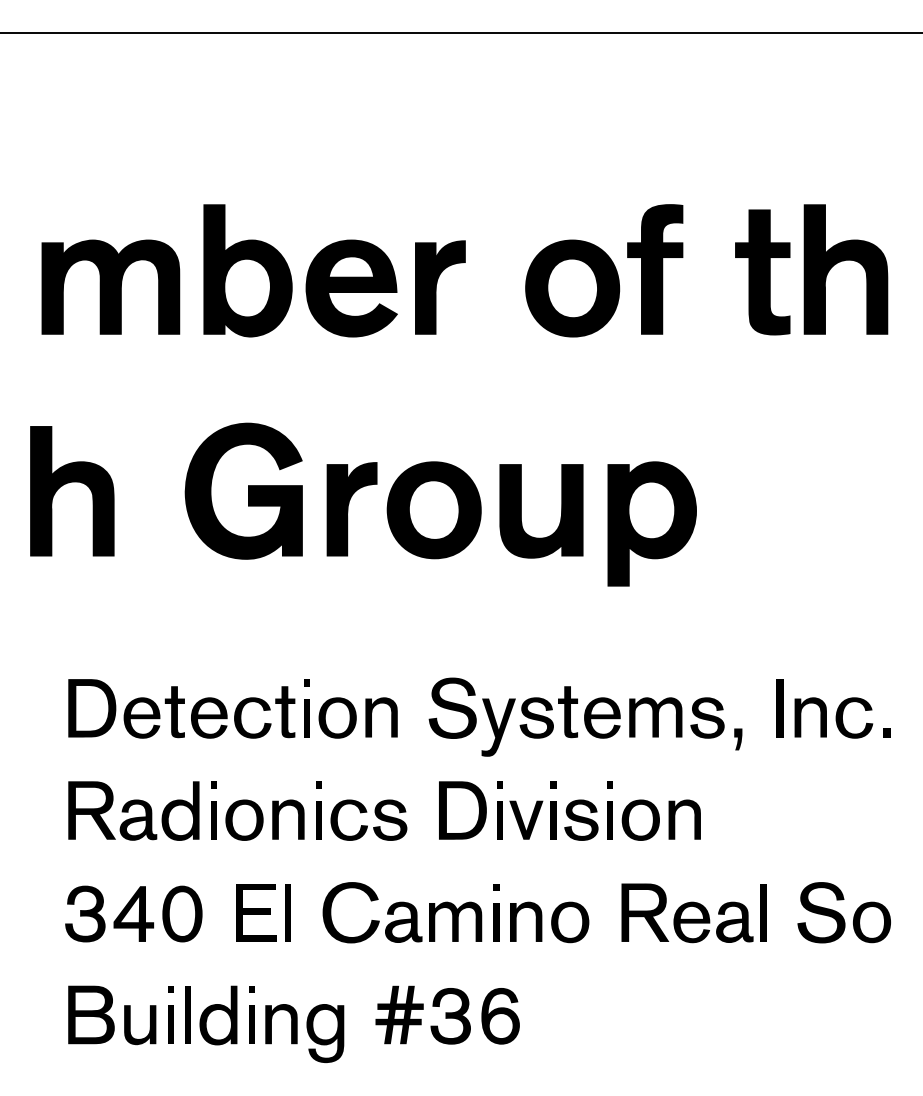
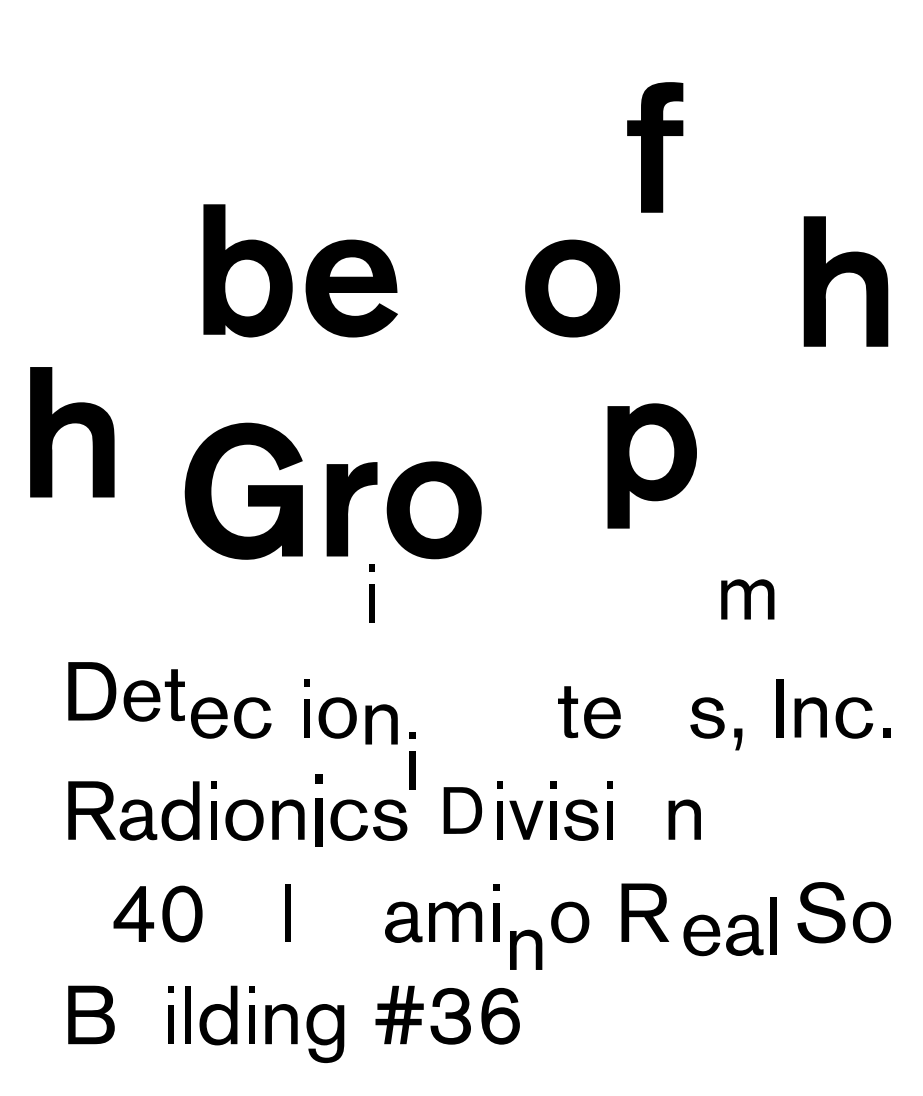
line at (460, 32): present -> none
part at (844, 261) position: (844, 261) -> (844, 273)
part at (655, 269) position: (655, 269) -> (655, 147)
part at (762, 272): present -> none
fill at (110, 286): present -> none
part at (440, 287): present -> none
part at (69, 483) position: (69, 483) -> (69, 424)
part at (560, 516): present -> none
part at (651, 523) position: (651, 523) -> (651, 465)
part at (371, 593): none -> present
part at (126, 708) position: (126, 708) -> (126, 691)
fill at (452, 708): present -> none
fill at (285, 712): present -> none
part at (371, 717) position: (371, 717) -> (371, 724)
fill at (536, 717): present -> none
part at (655, 717) position: (655, 717) -> (747, 599)
fill at (498, 727): present -> none
part at (412, 760): none -> present
part at (318, 810) size: 6x59 px -> 8x73 px
part at (462, 810) size: 48x59 px -> 40x47 px
part at (640, 819): present -> none
fill at (255, 912): present -> none
fill at (350, 912): present -> none
fill at (85, 913): present -> none
part at (719, 913) position: (719, 913) -> (729, 926)
part at (535, 921) position: (535, 921) -> (535, 949)
fill at (140, 1025): present -> none
